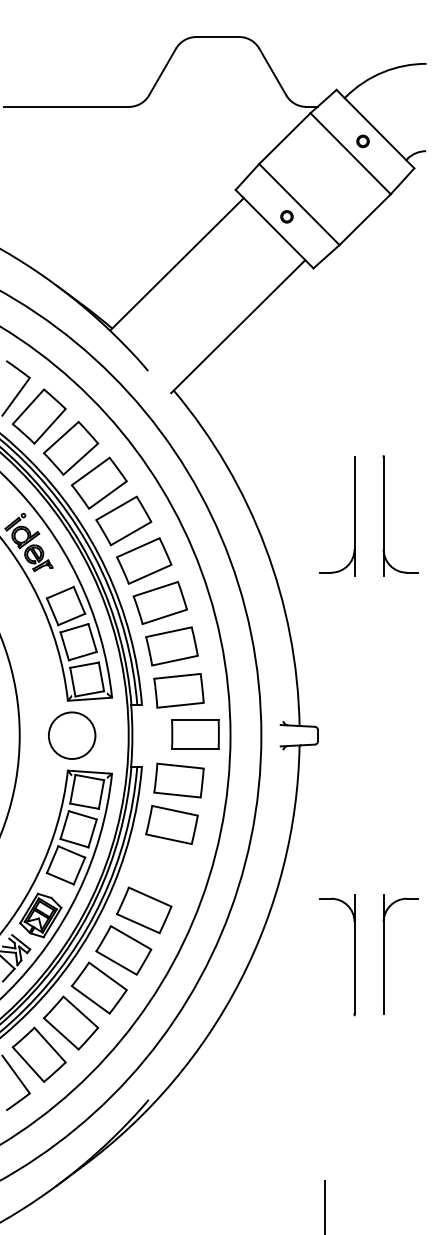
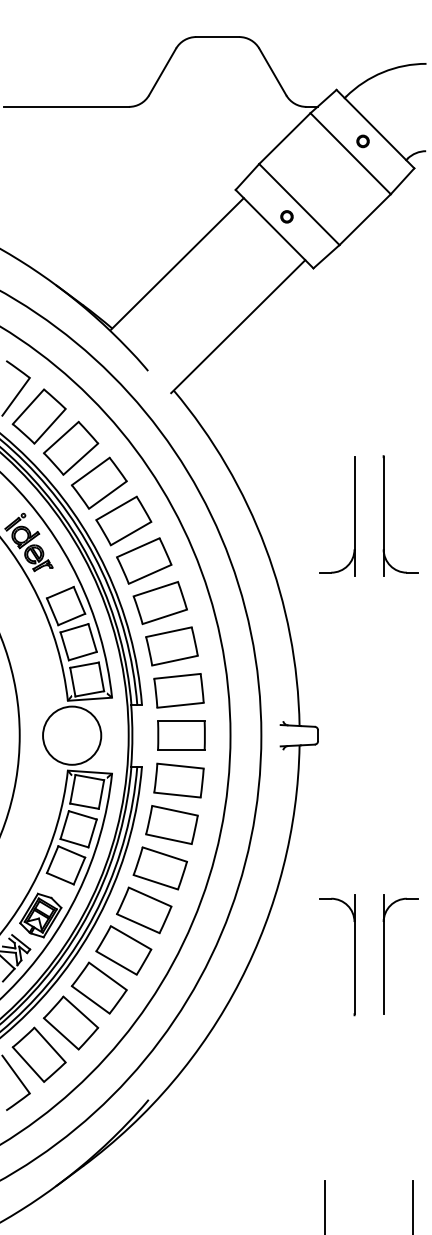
part at (195, 734) position: (195, 734) -> (181, 735)
circle at (71, 735) diameter: 47 px -> 58 px
part at (159, 868): none -> present
line at (412, 1206): none -> present
